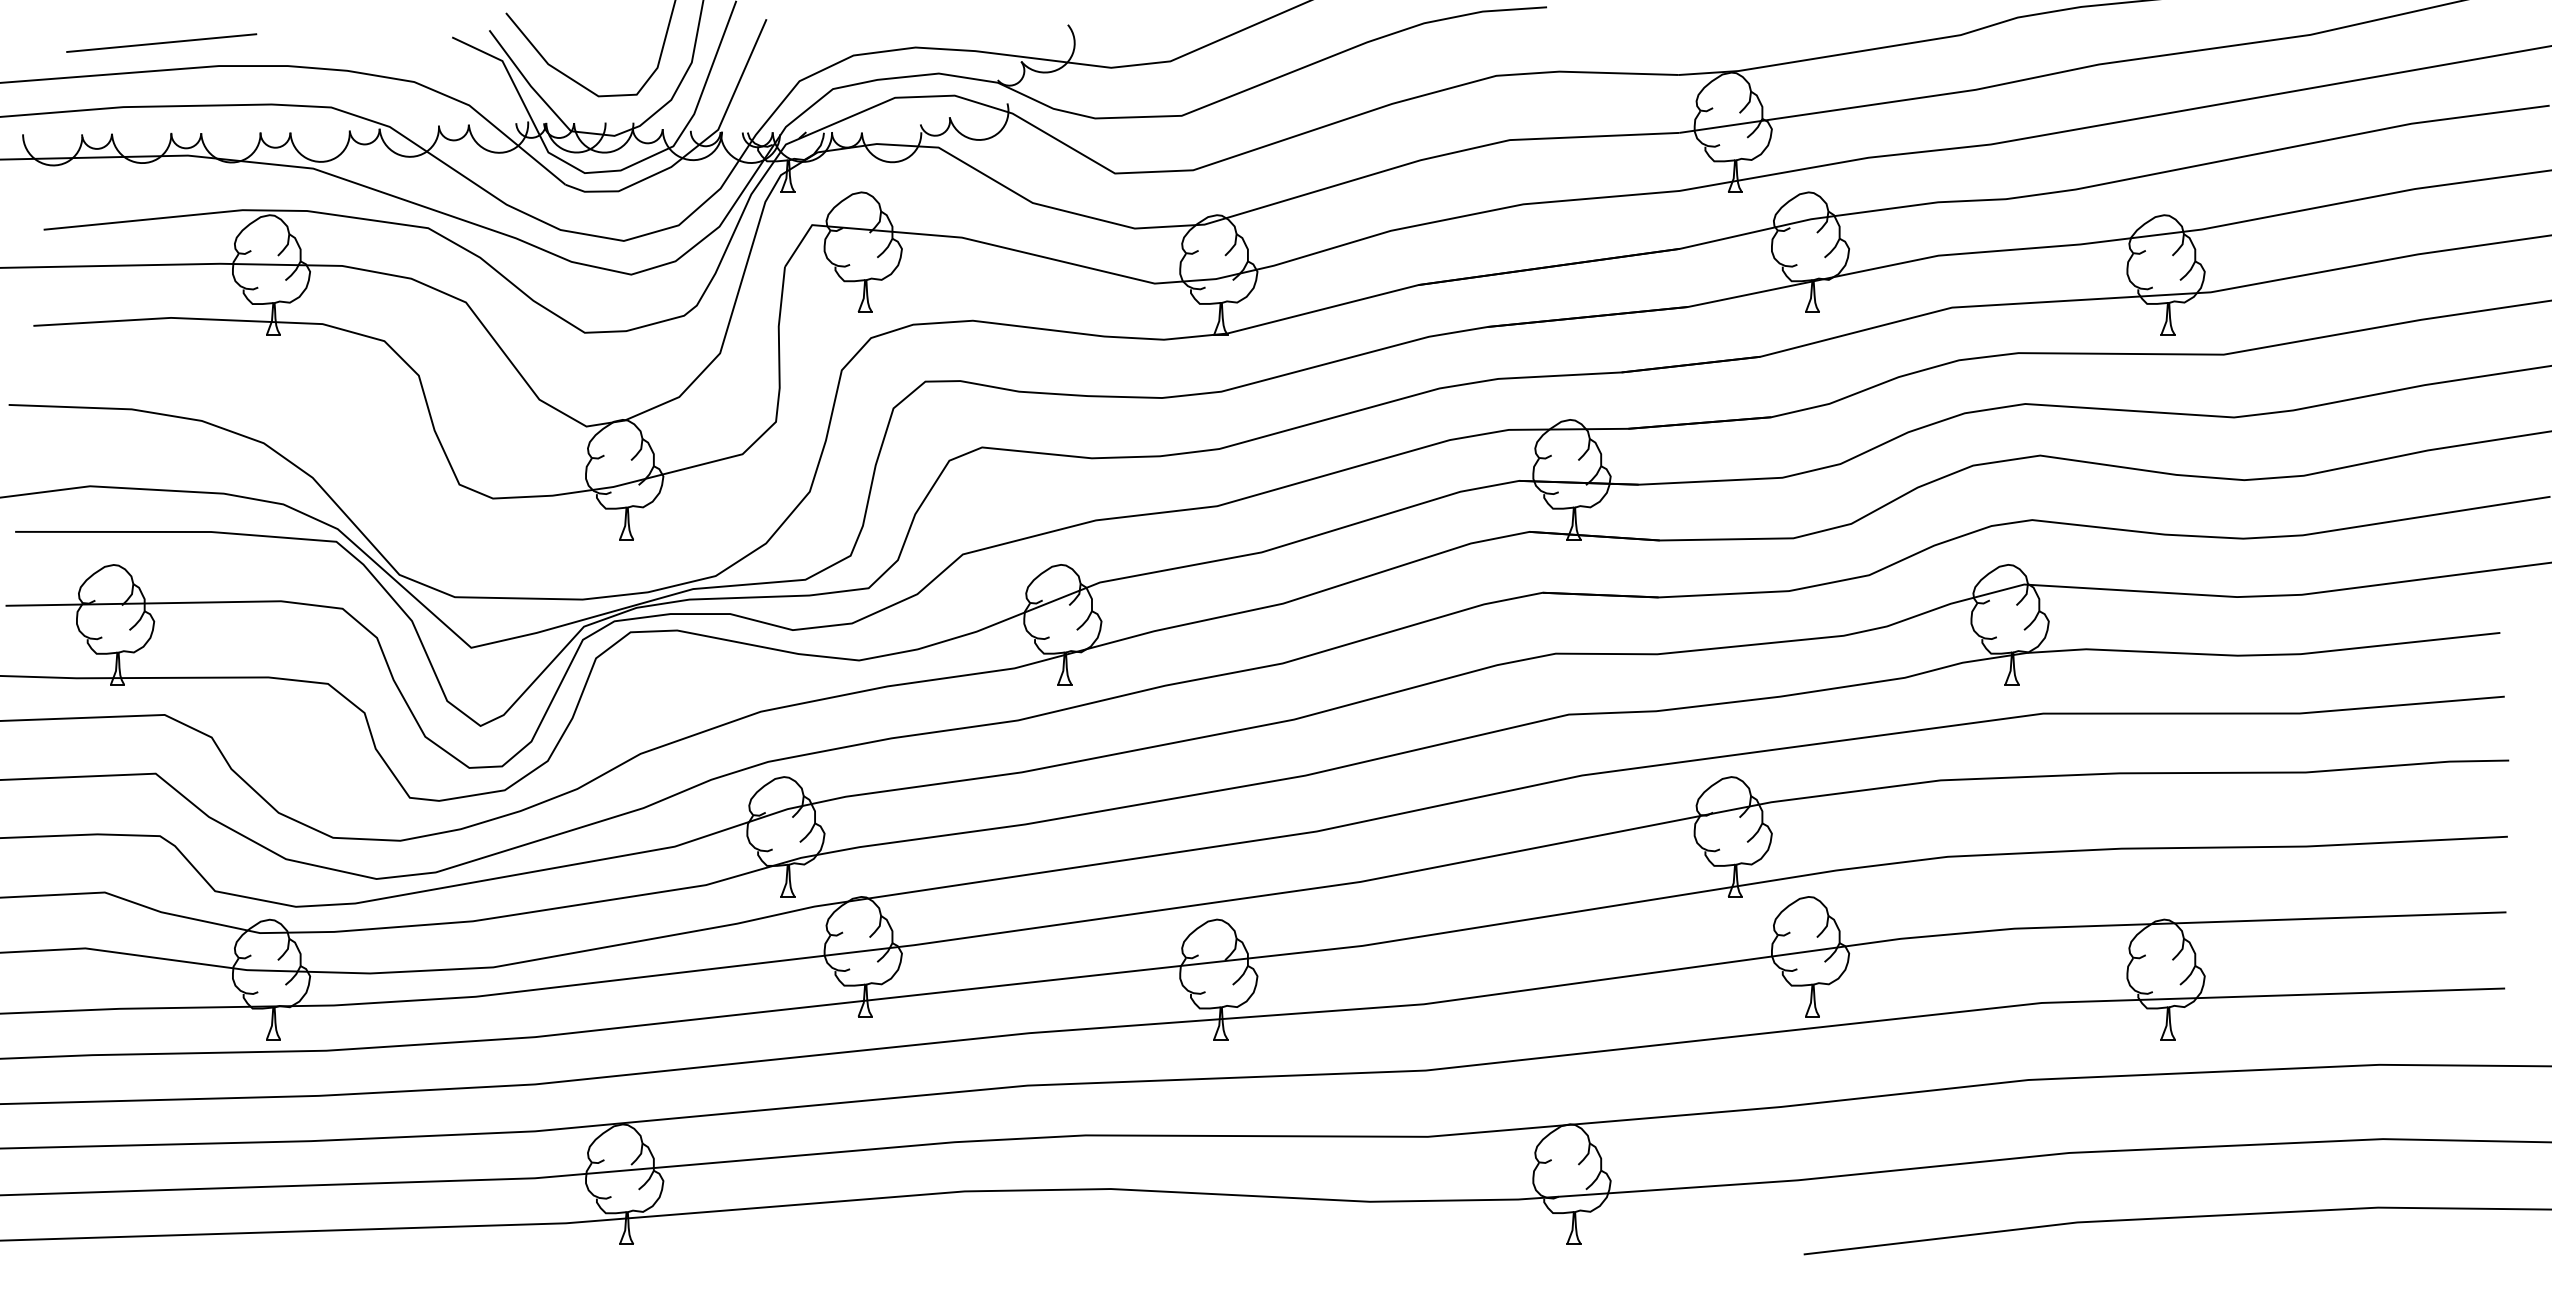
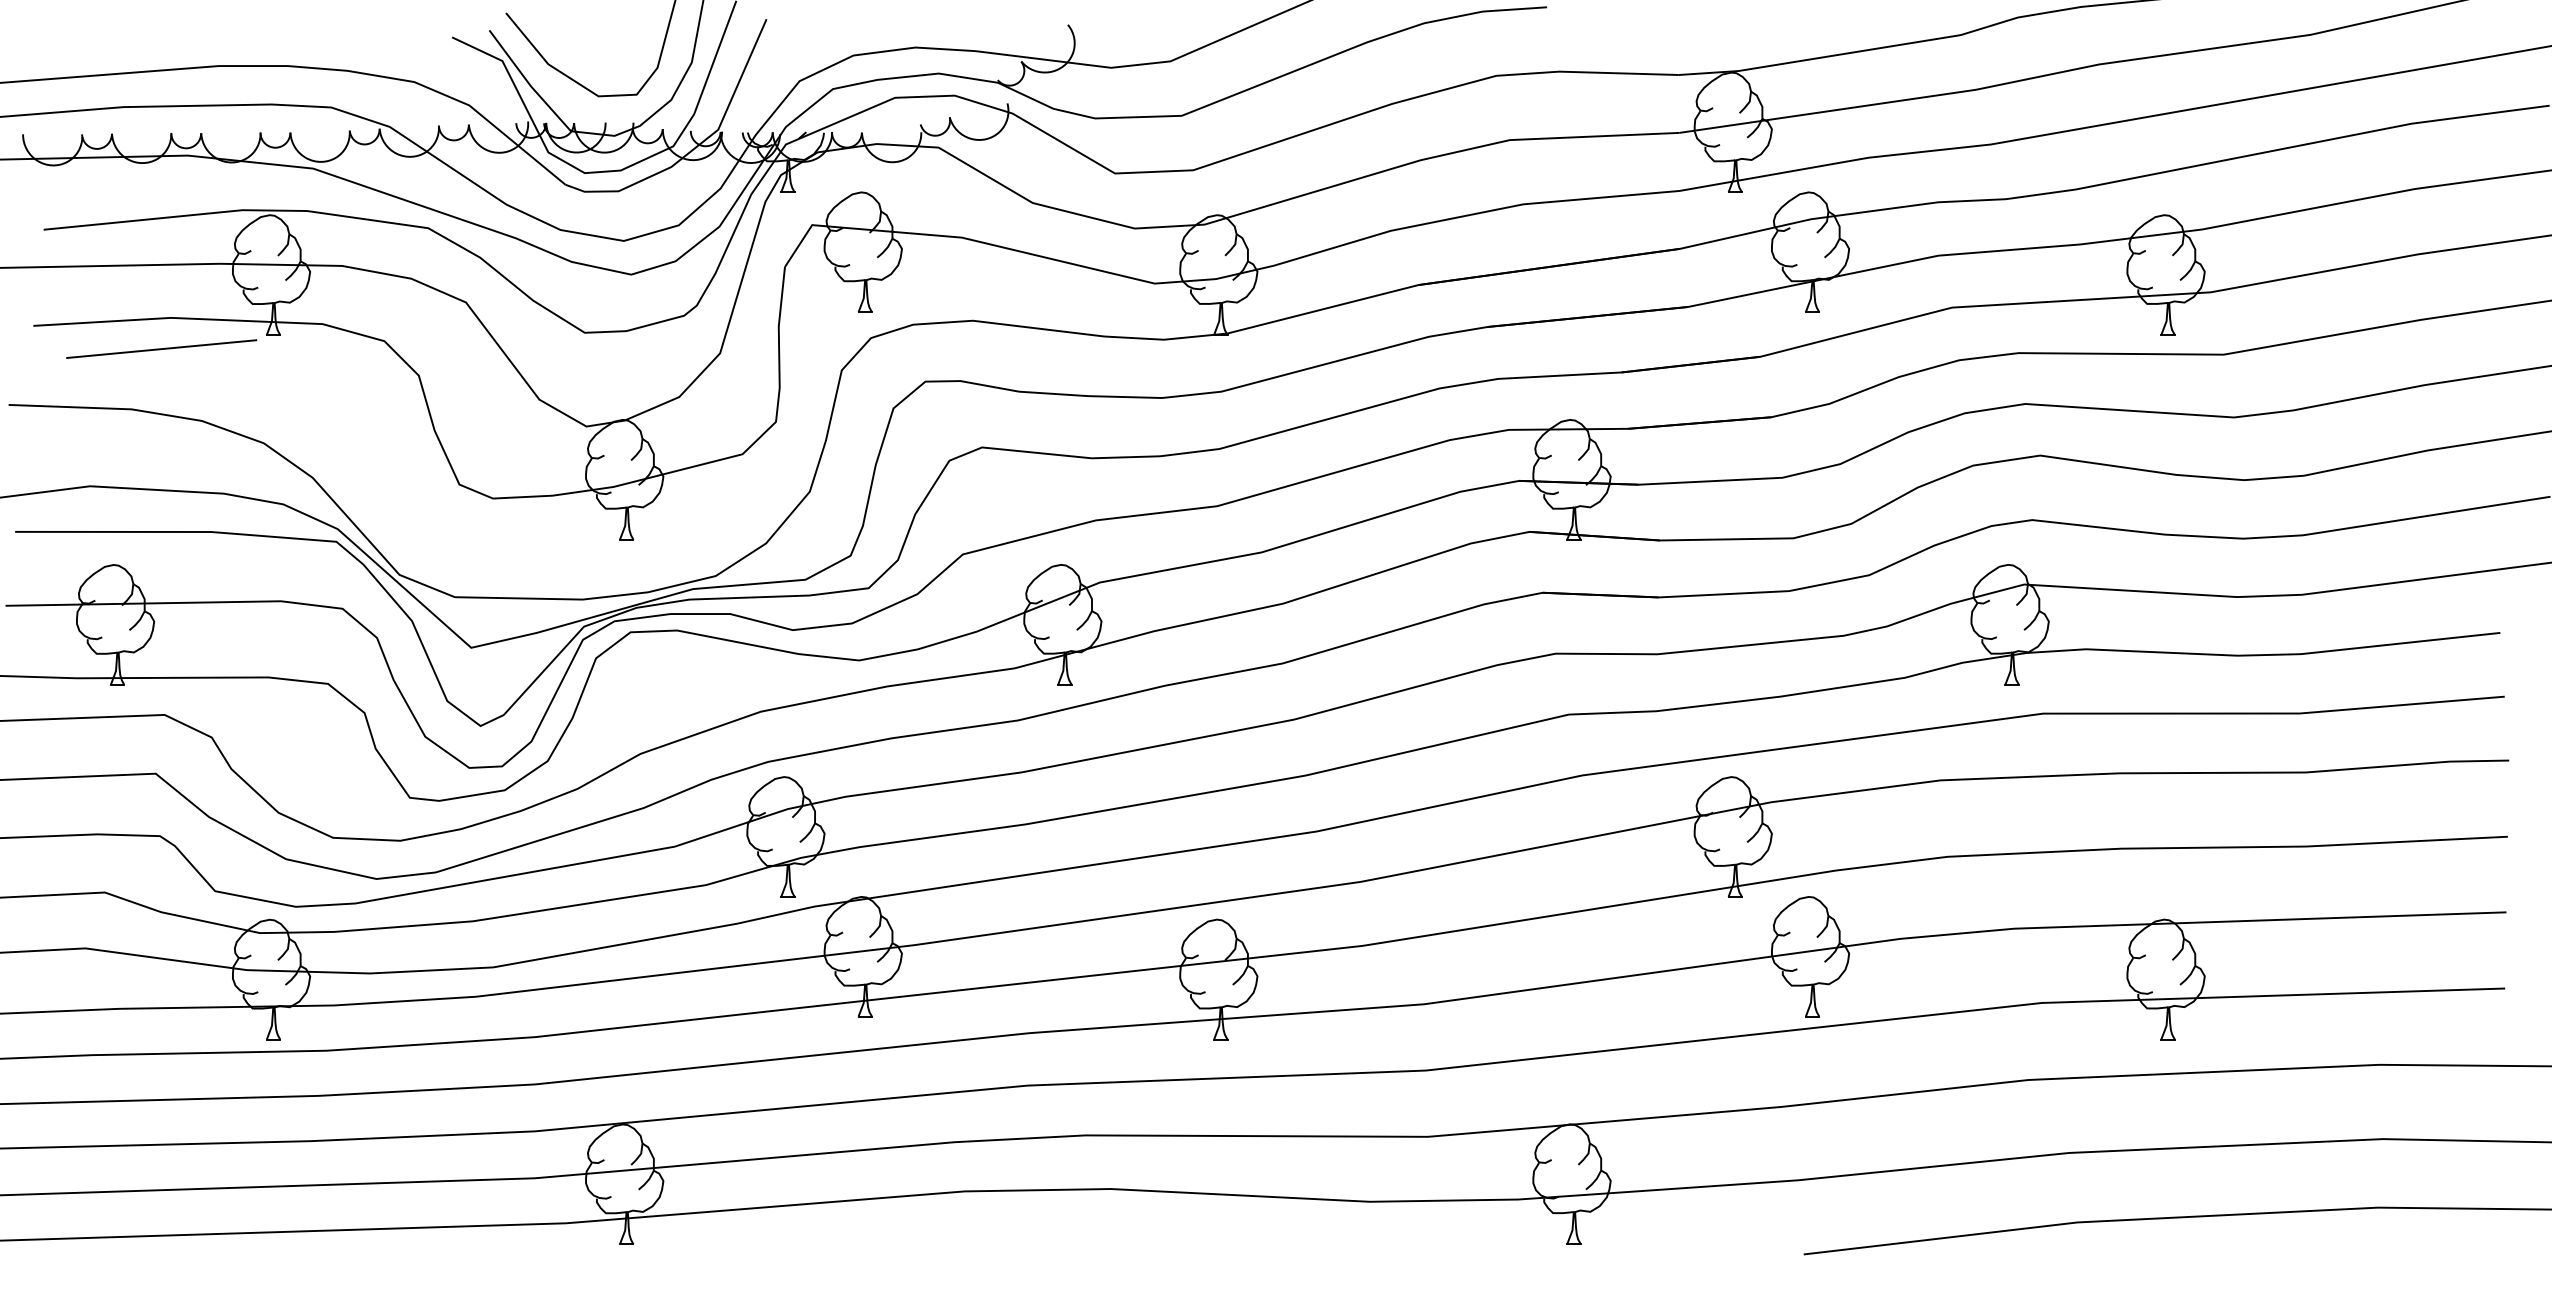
line at (161, 42) position: (161, 42) -> (161, 348)
